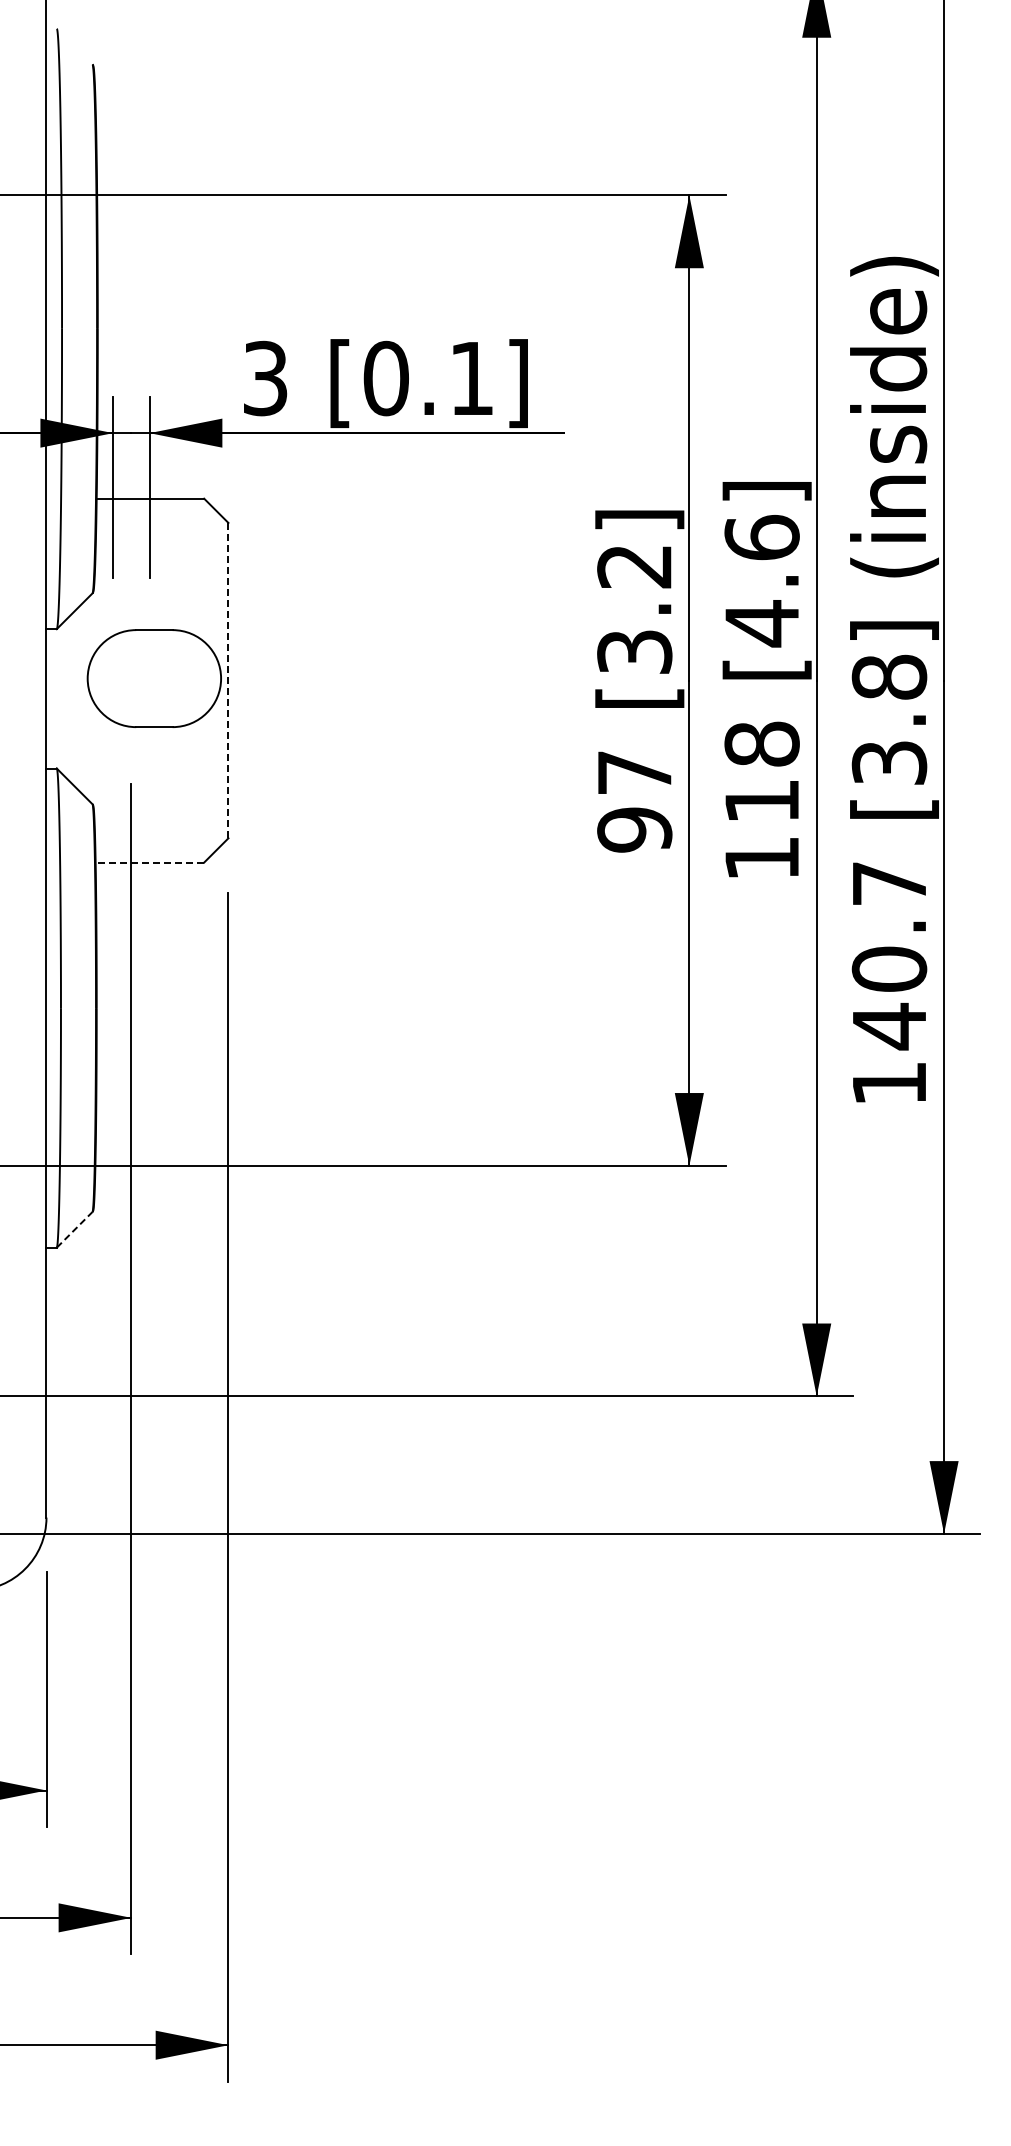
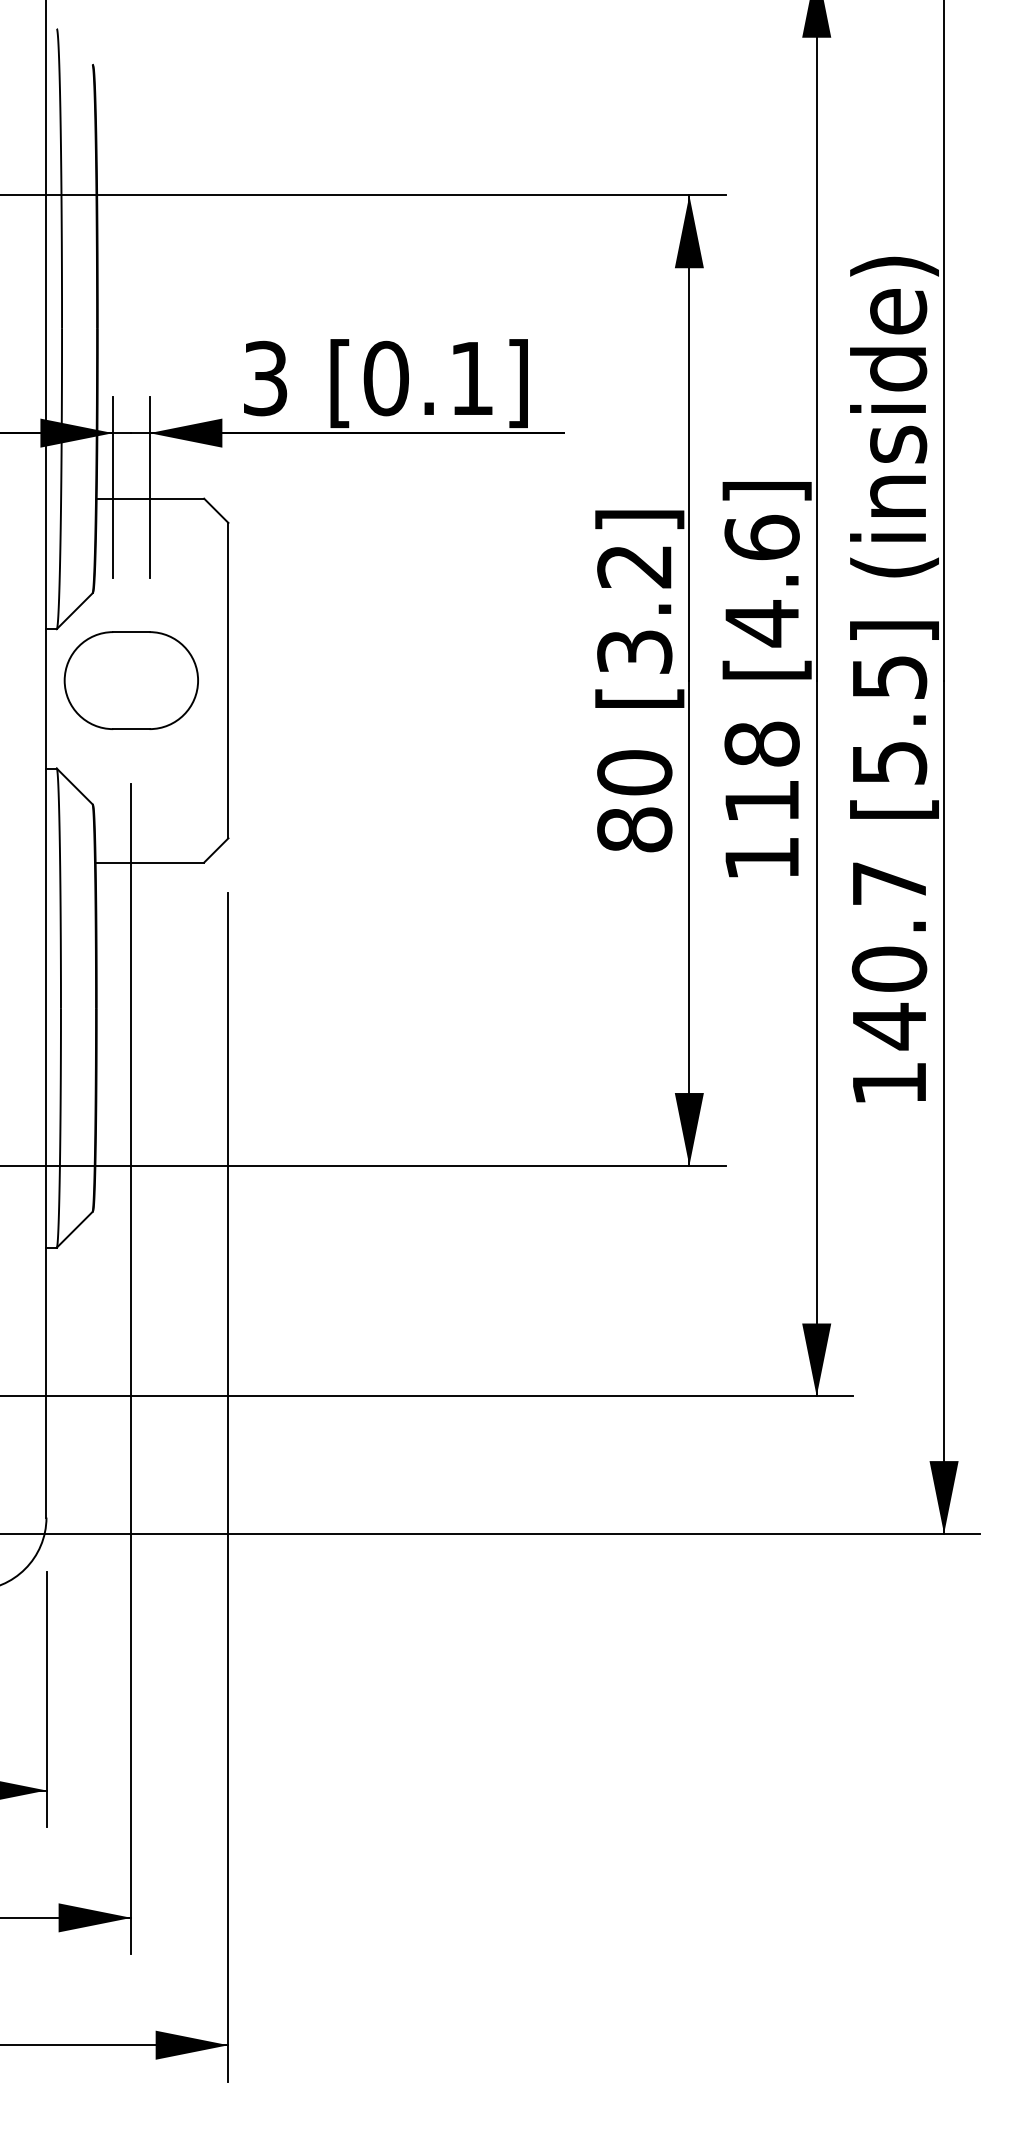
part at (153, 678) position: (153, 678) -> (130, 680)
line at (228, 680): dashed -> solid
text at (889, 719): [3.8] -> [5.5]
text at (634, 801): 97 -> 80
line at (149, 862): dashed -> solid
line at (75, 1229): dashed -> solid
